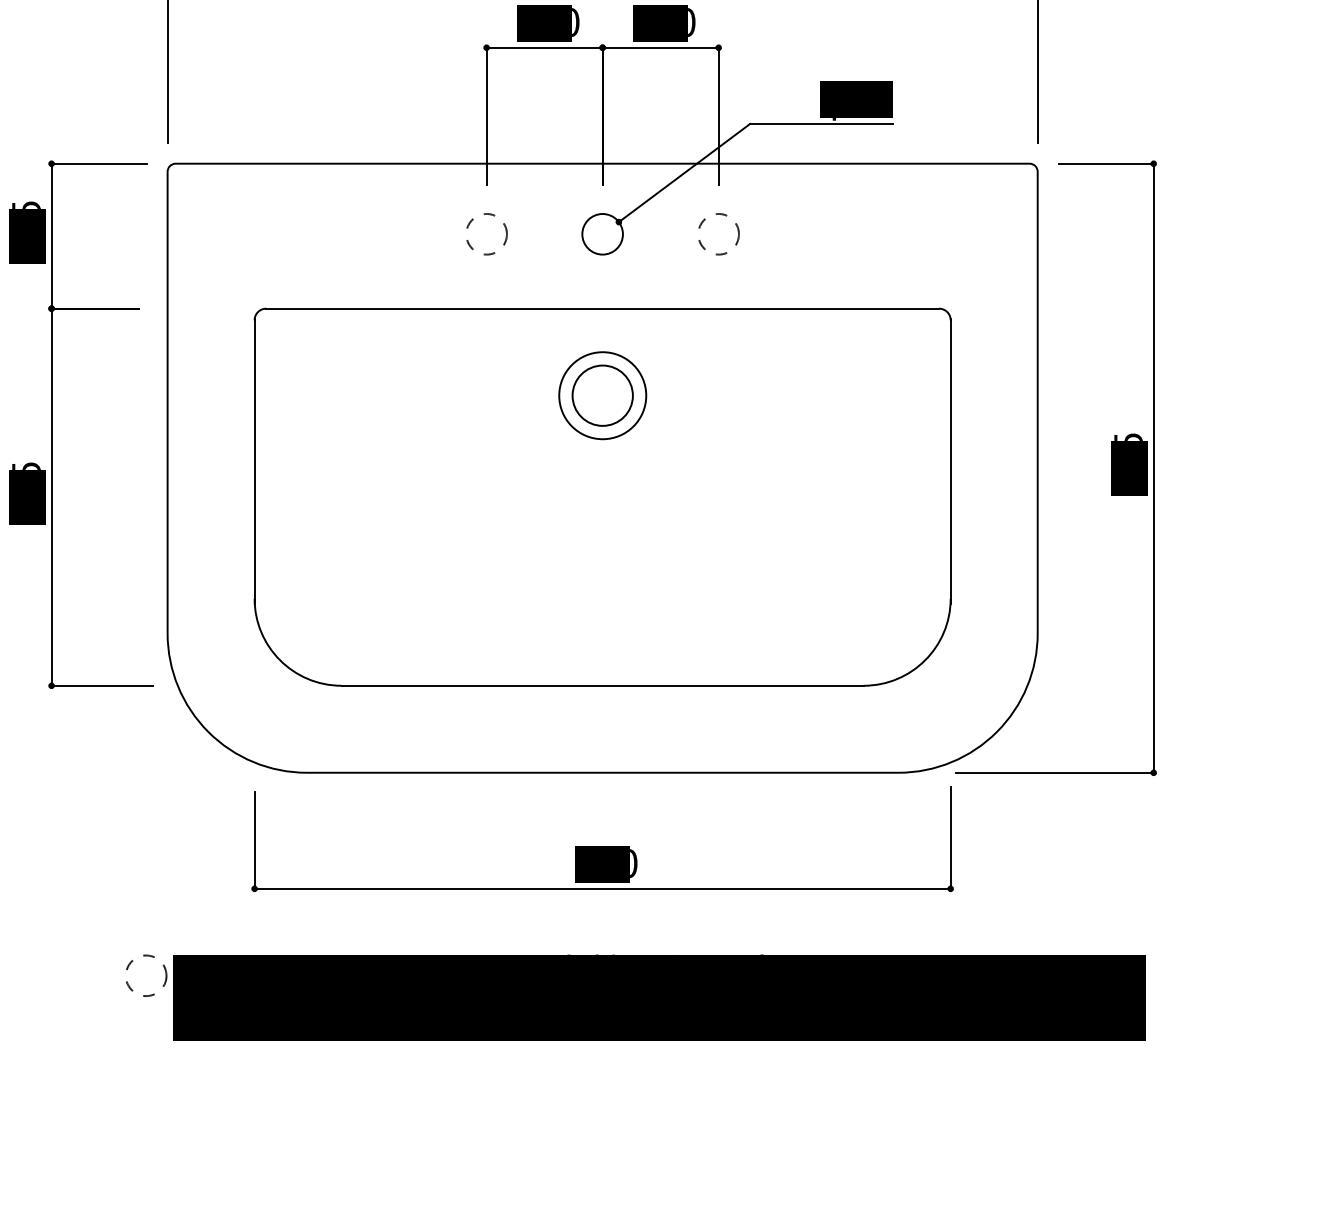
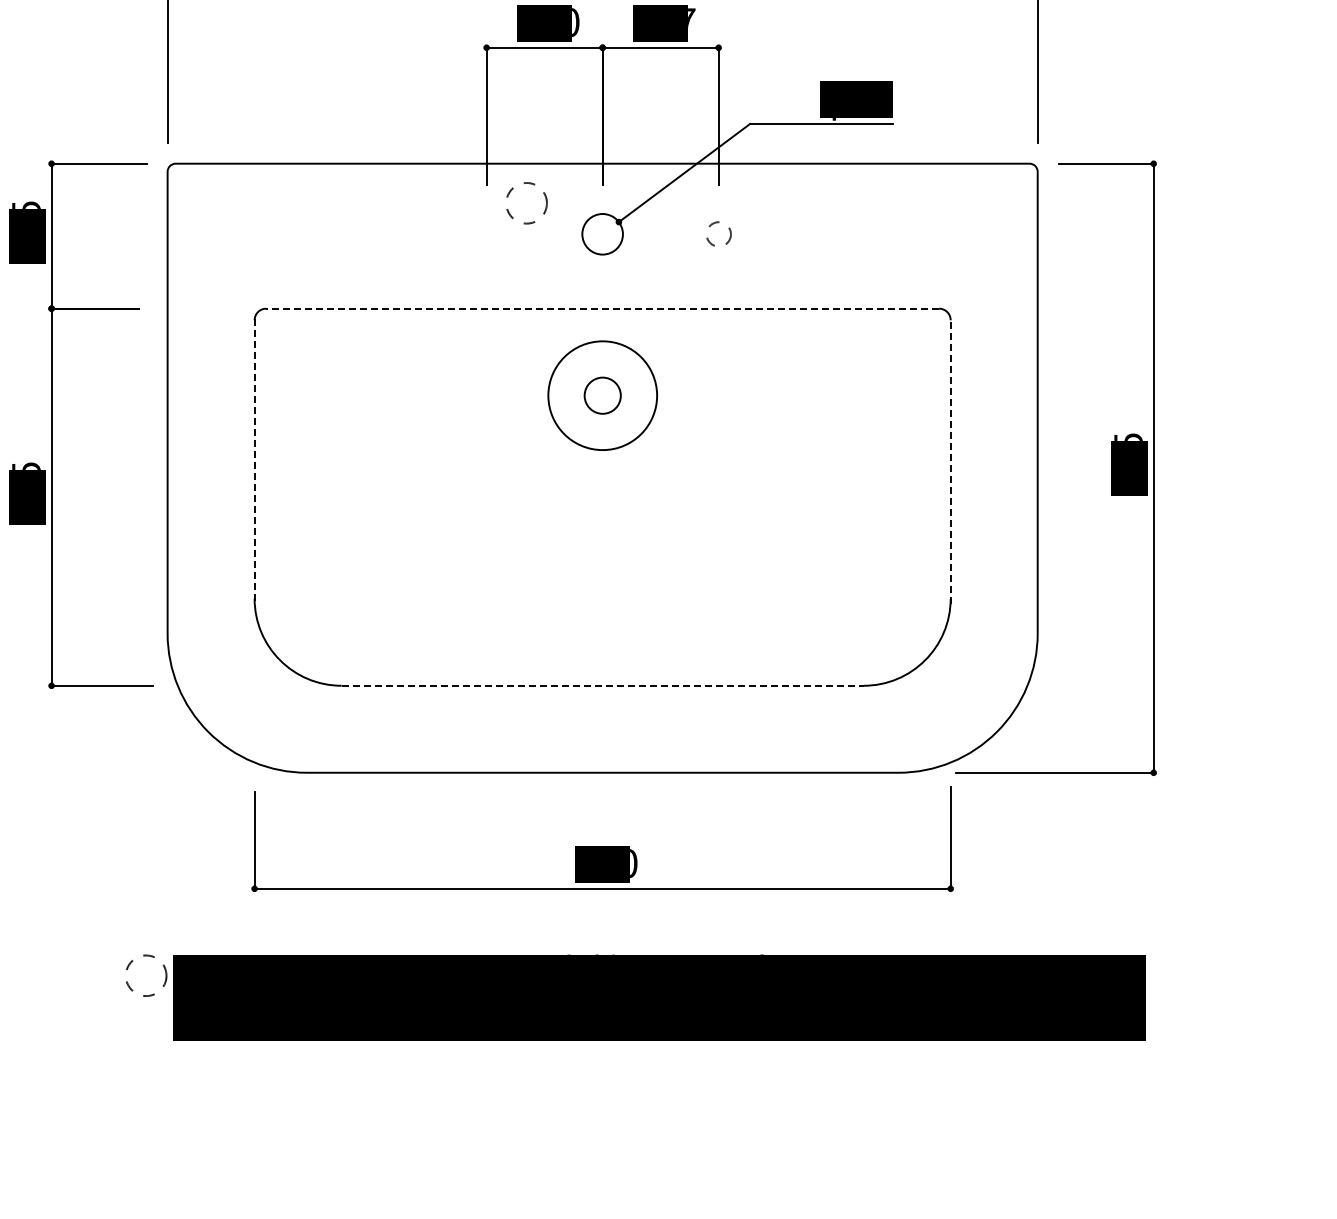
text at (691, 22): 100 -> 107
circle at (486, 234) position: (486, 234) -> (526, 203)
circle at (718, 234) size: 42x43 px -> 26x26 px
line at (602, 308): solid -> dashed
circle at (602, 395) diameter: 60 px -> 36 px
circle at (602, 395) diameter: 87 px -> 109 px
line at (254, 461): solid -> dashed
line at (950, 461): solid -> dashed
line at (603, 685): solid -> dashed
